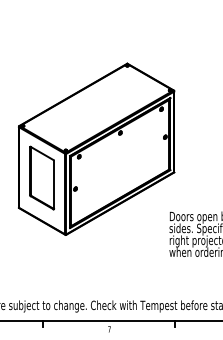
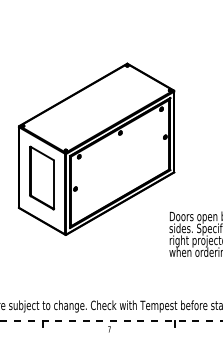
line at (111, 321): solid -> dashed
